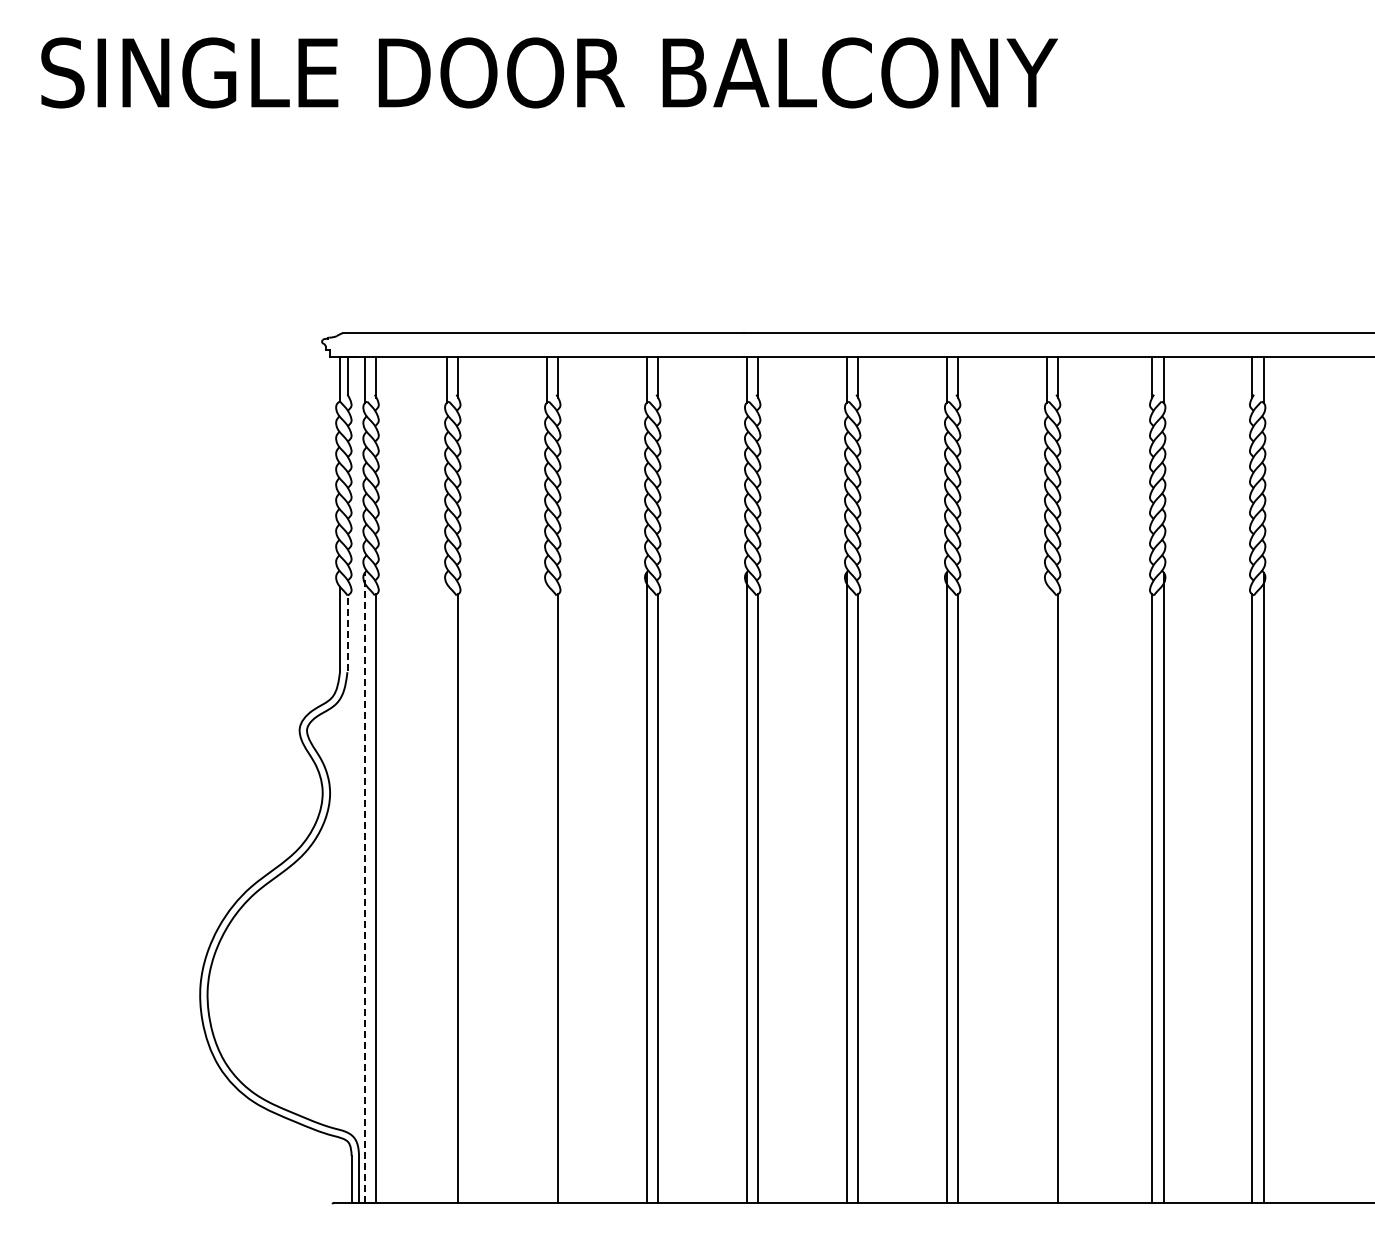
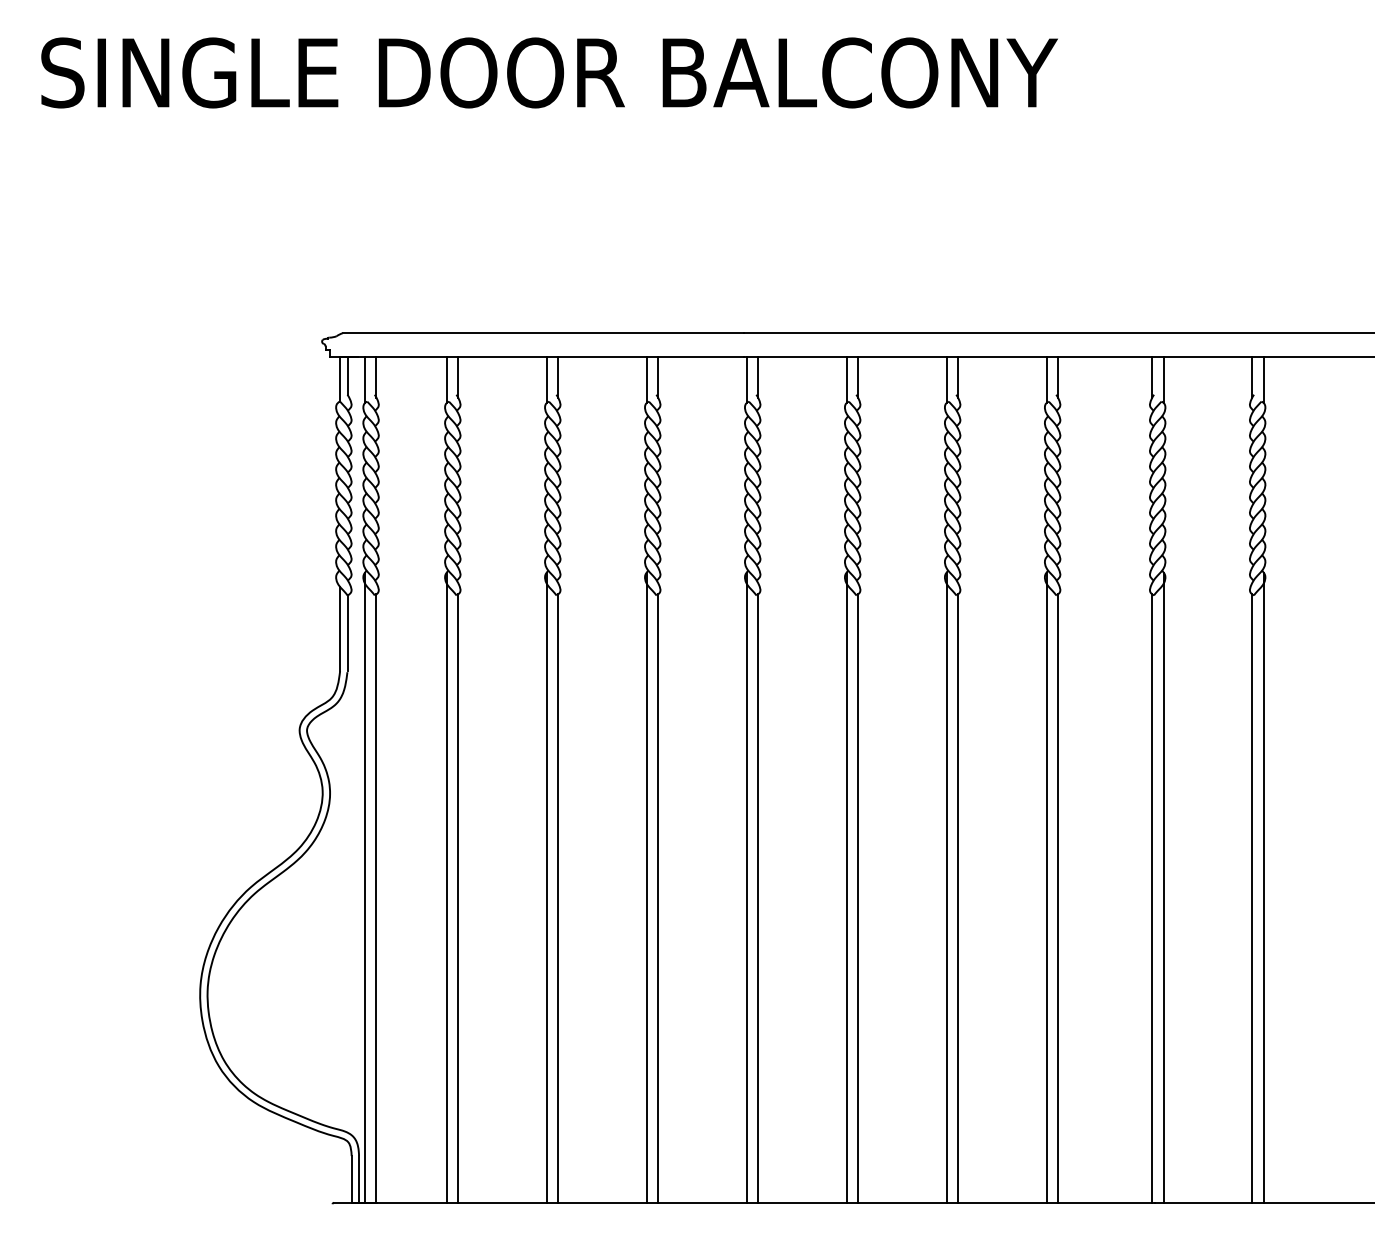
line at (347, 633): dashed -> solid
line at (365, 887): dashed -> solid
line at (446, 887): none -> present
line at (546, 887): none -> present
line at (1046, 887): none -> present
